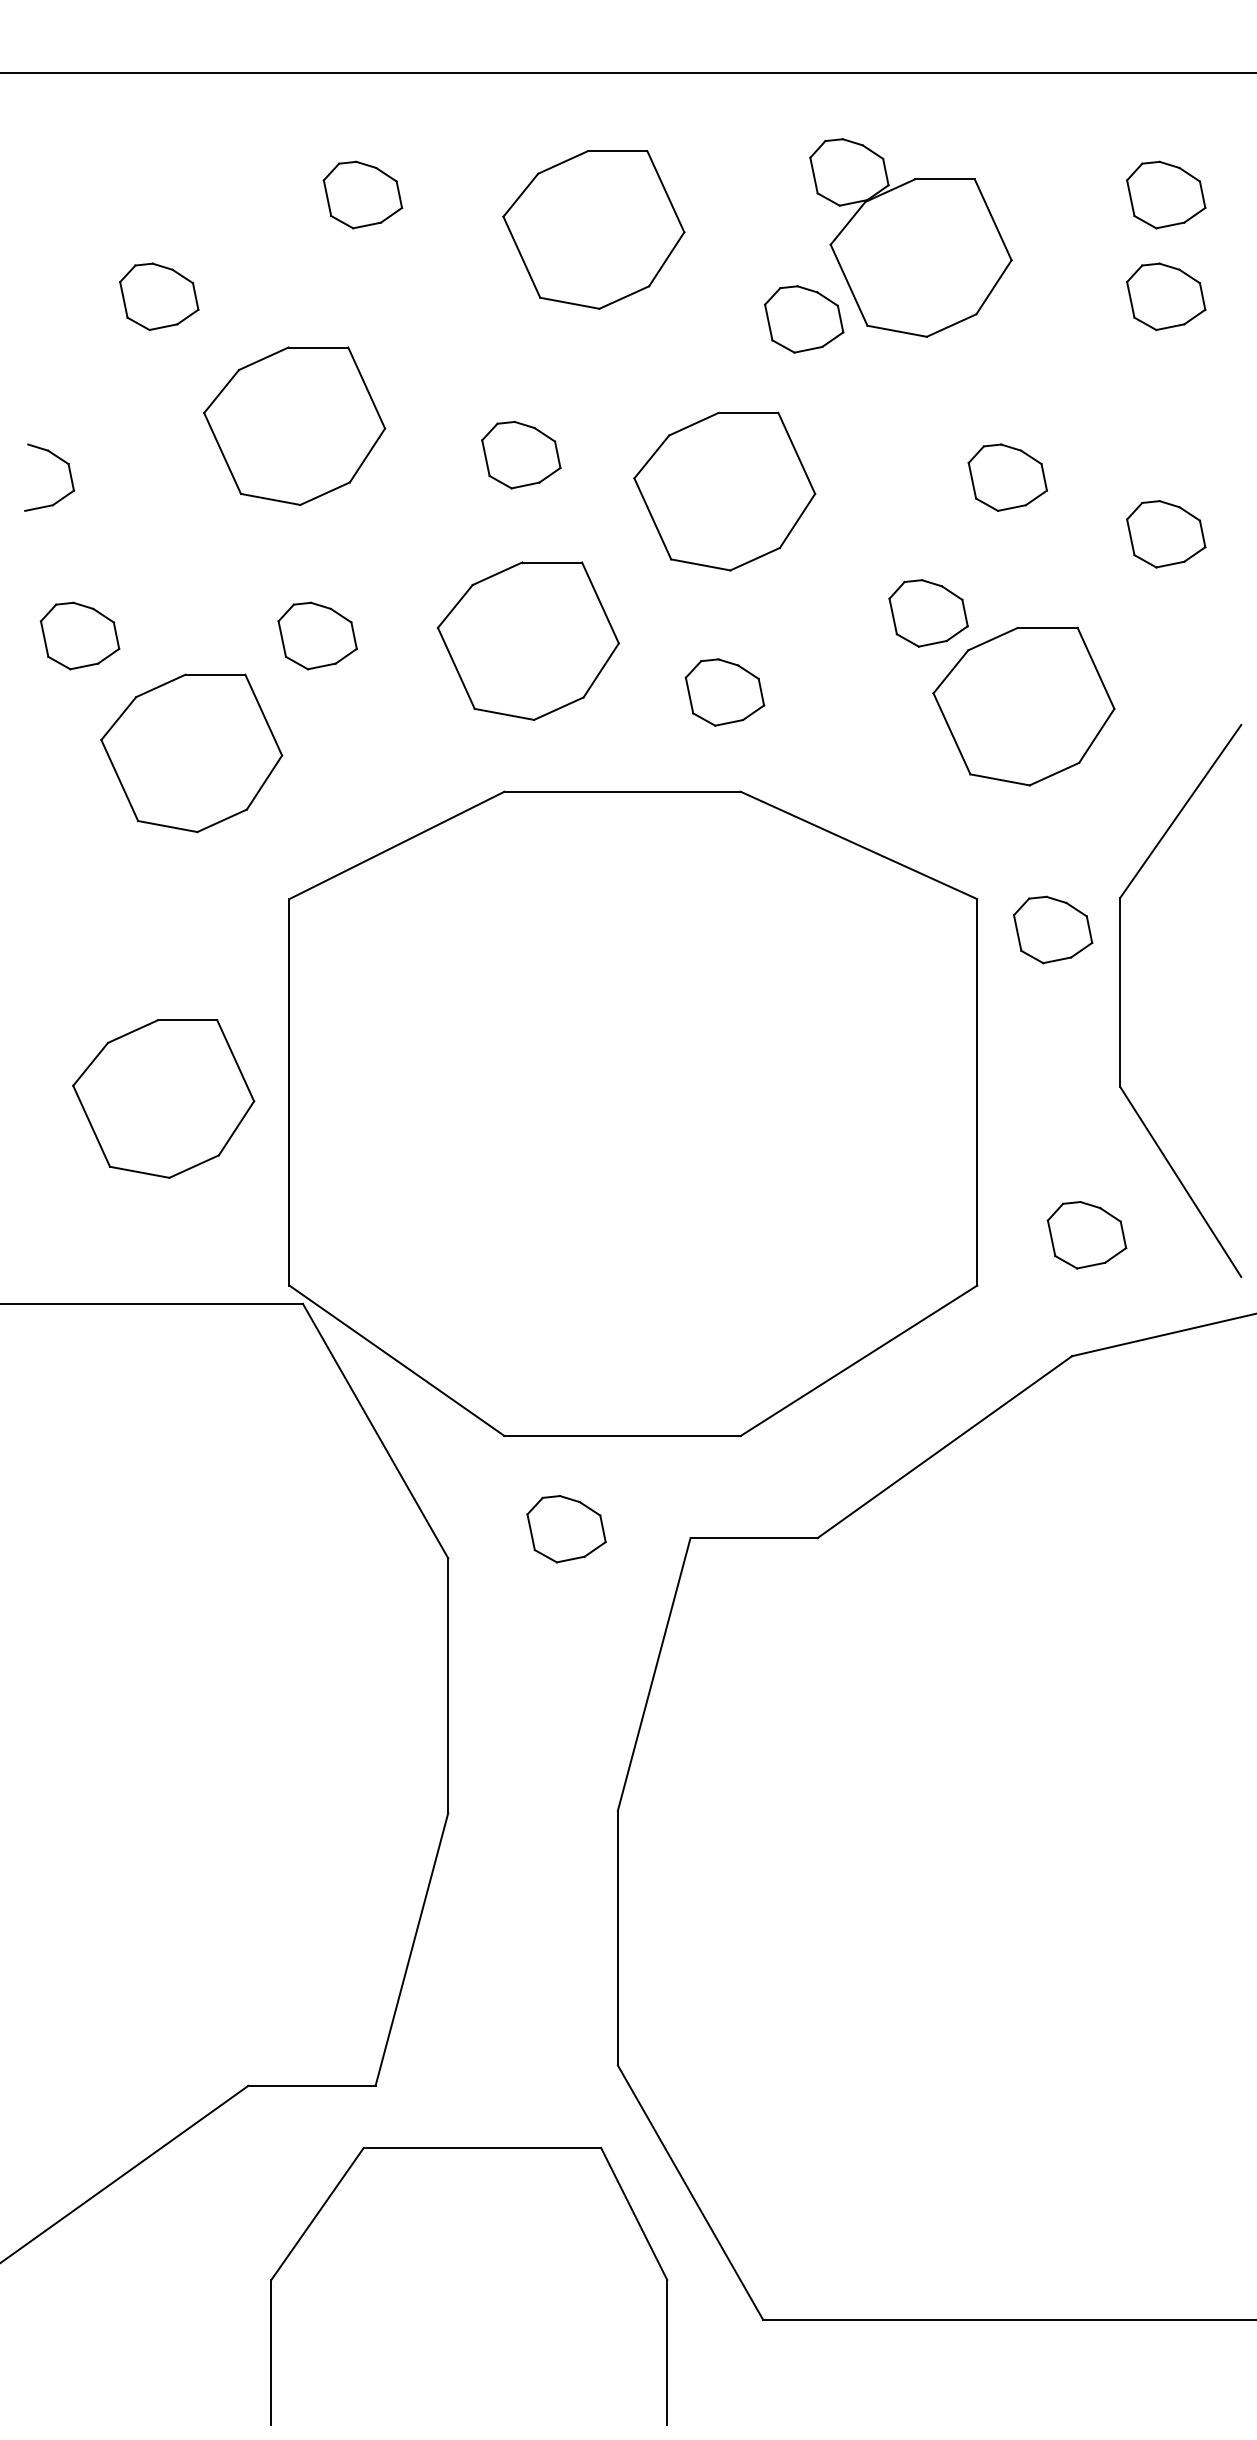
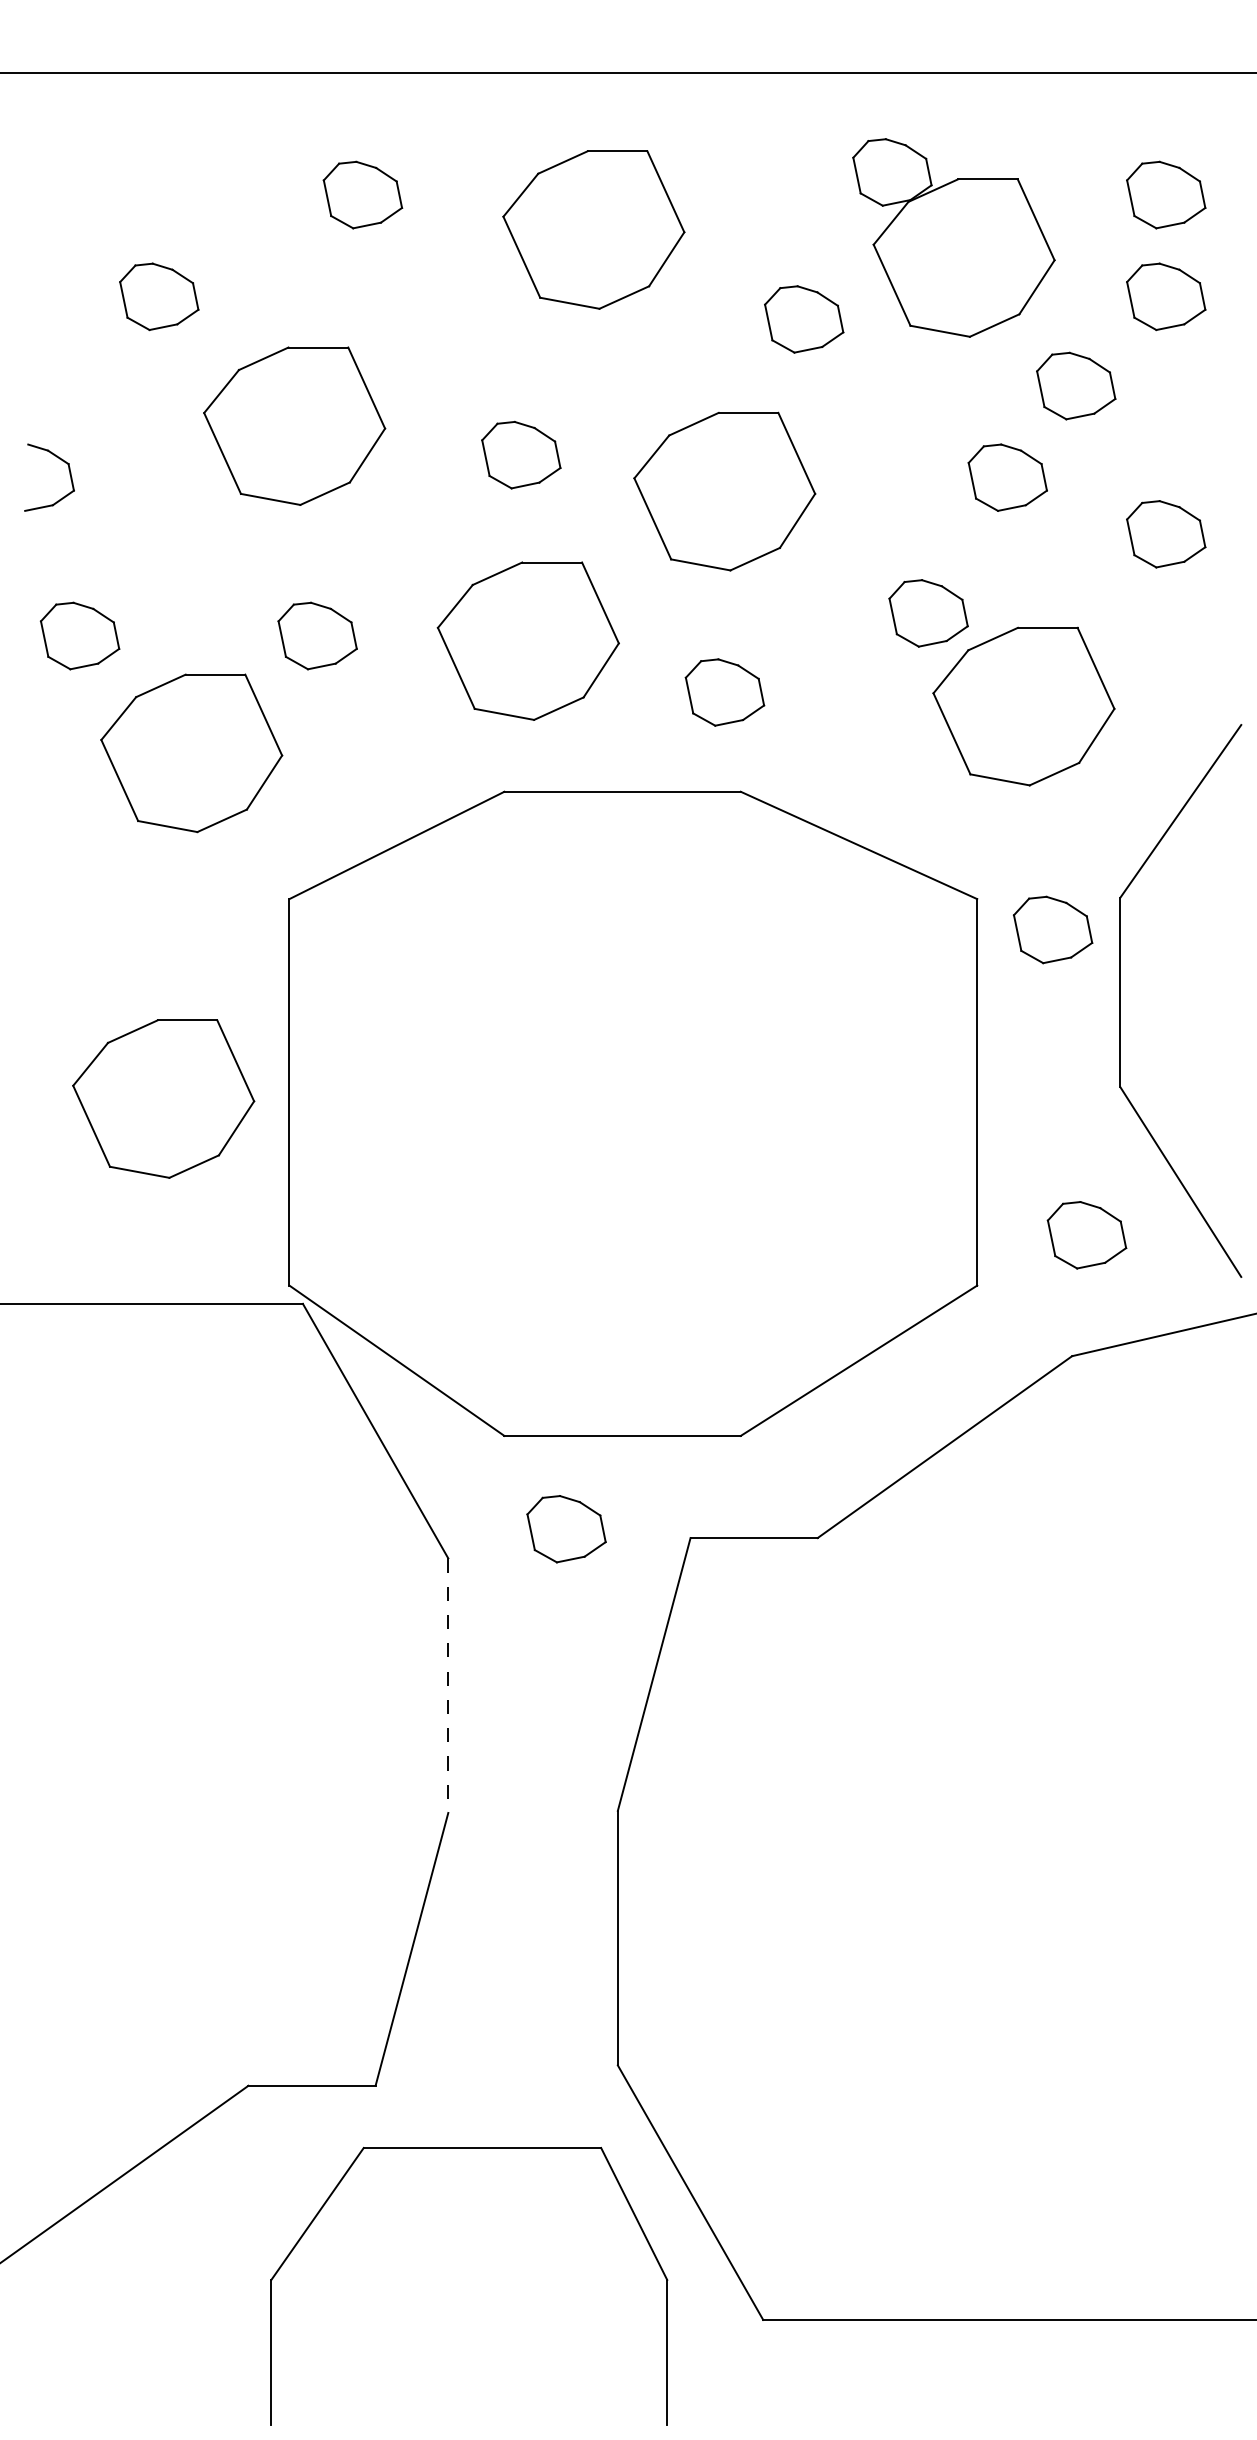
part at (910, 237) position: (910, 237) -> (953, 237)
part at (1076, 385): none -> present
line at (448, 1686): solid -> dashed
